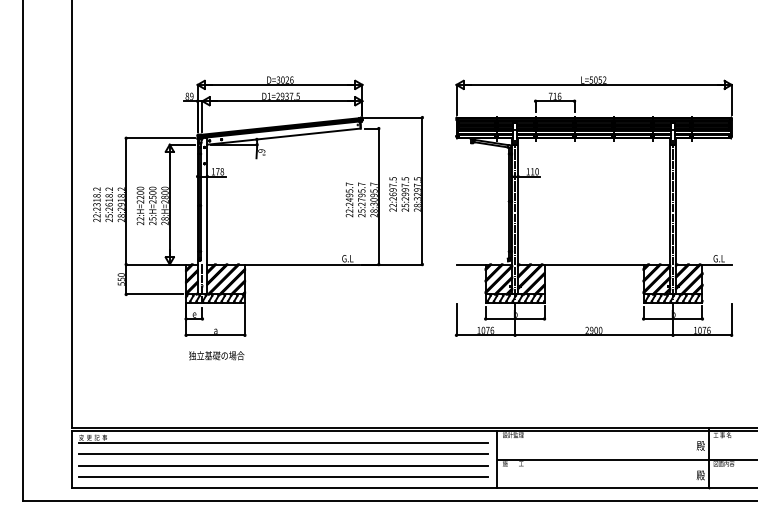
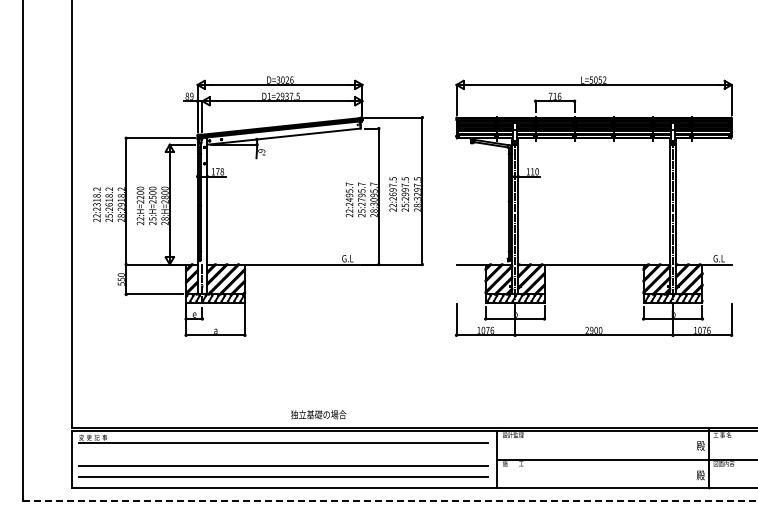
text at (216, 355) position: (216, 355) -> (318, 414)
line at (283, 454): present -> none
line at (390, 500): solid -> dashed
